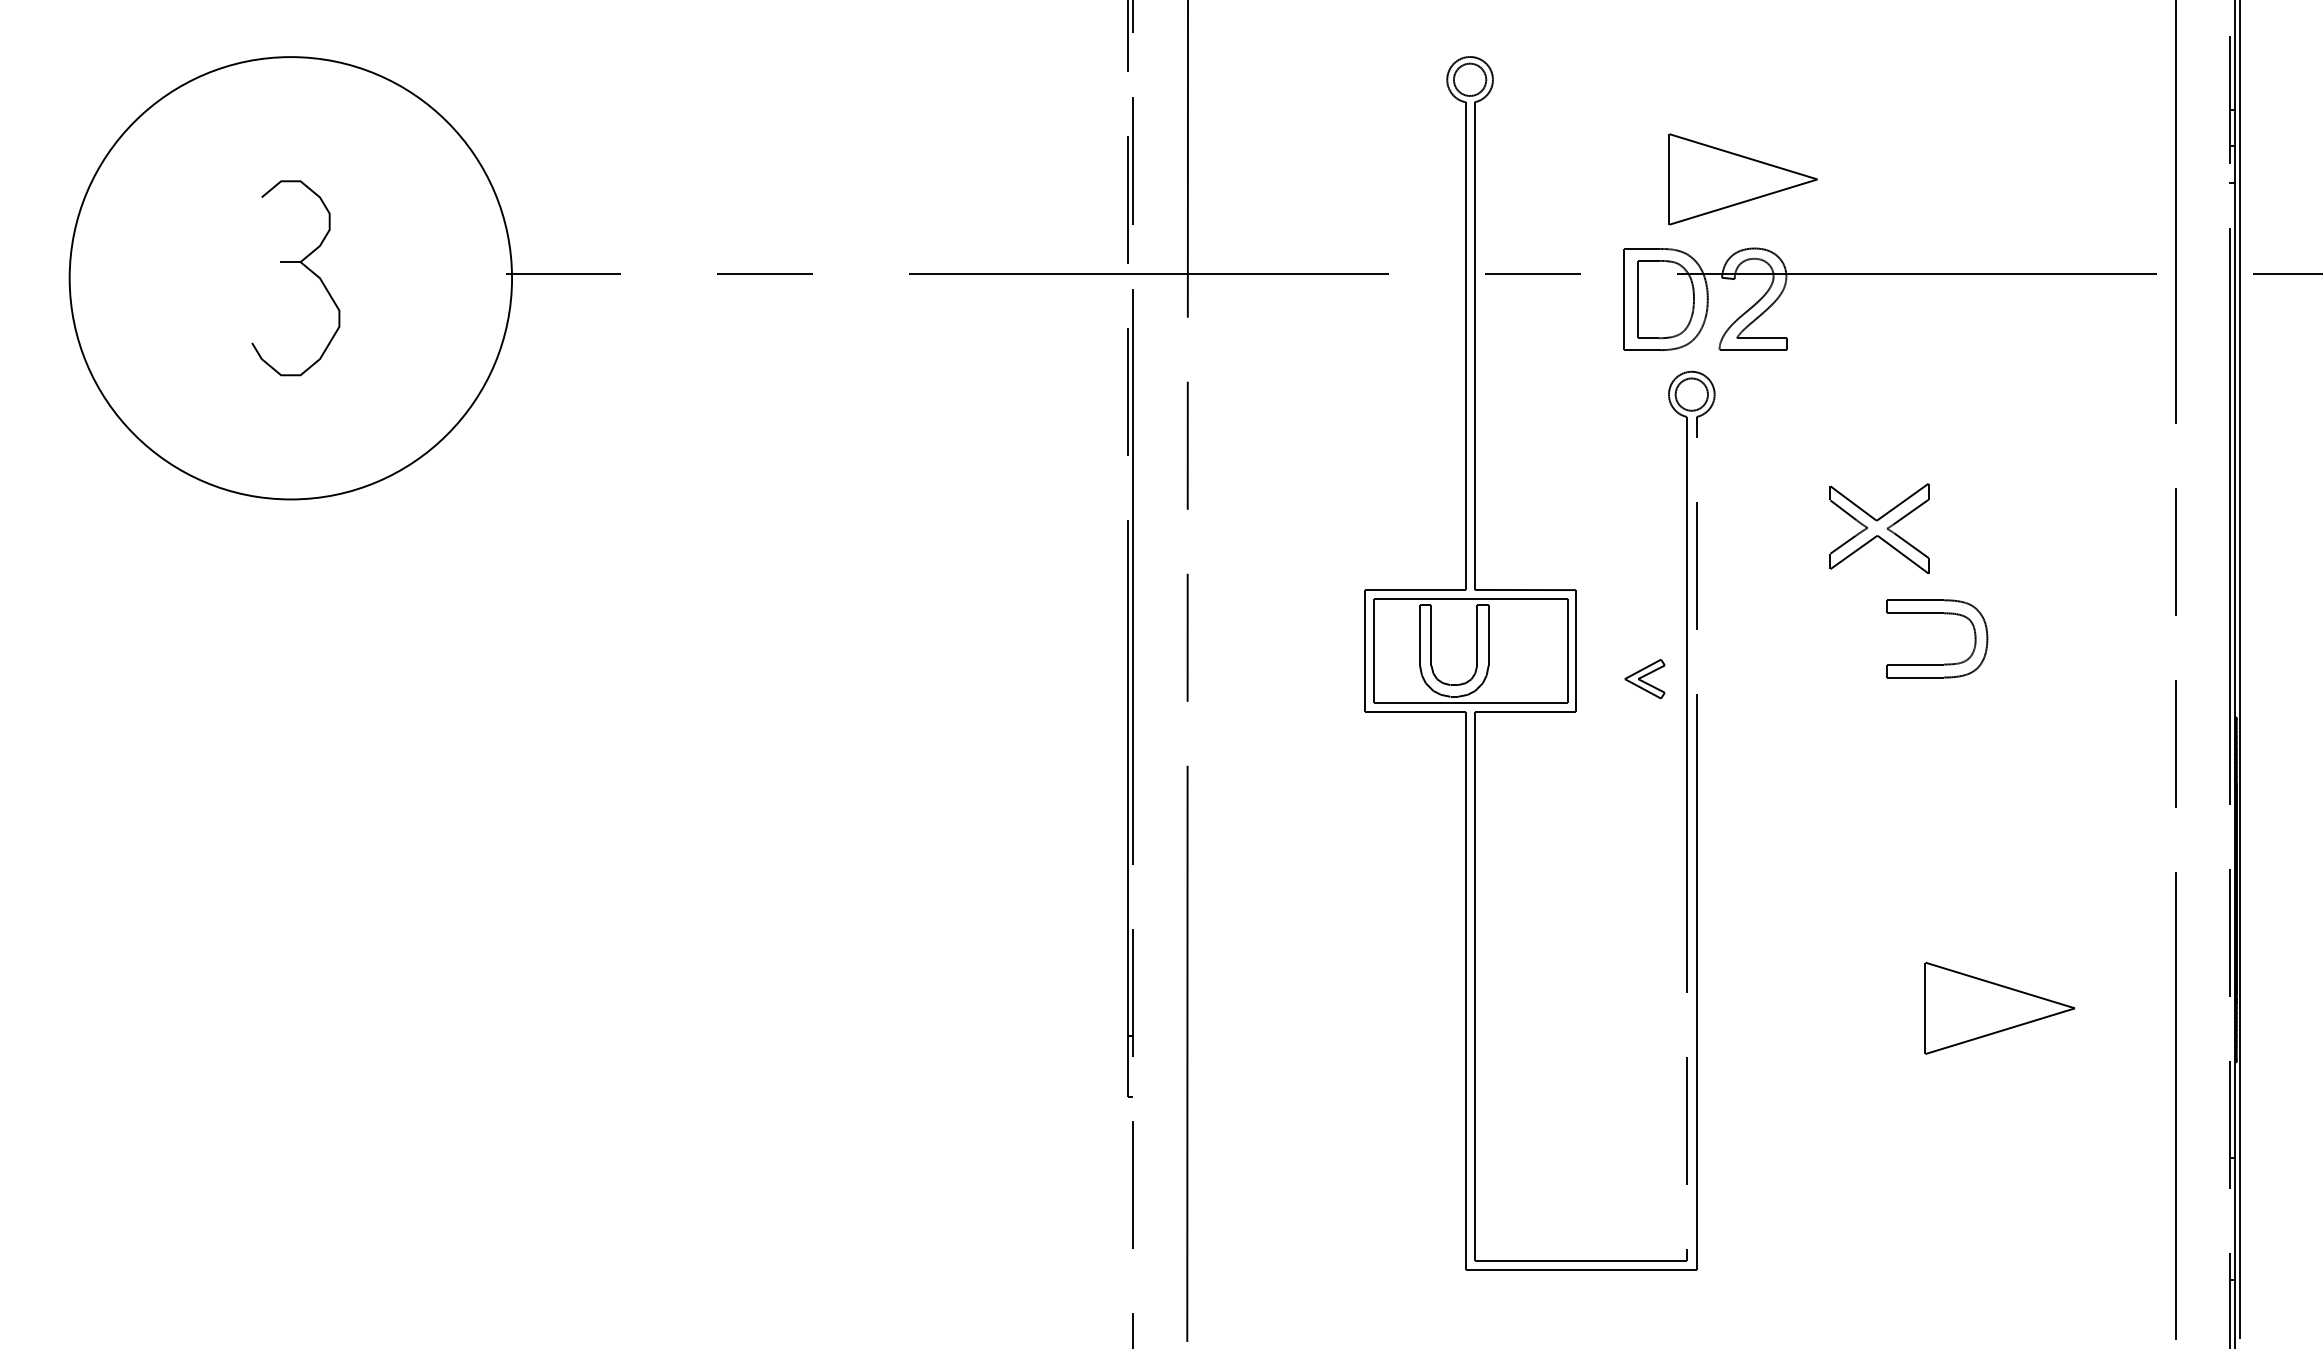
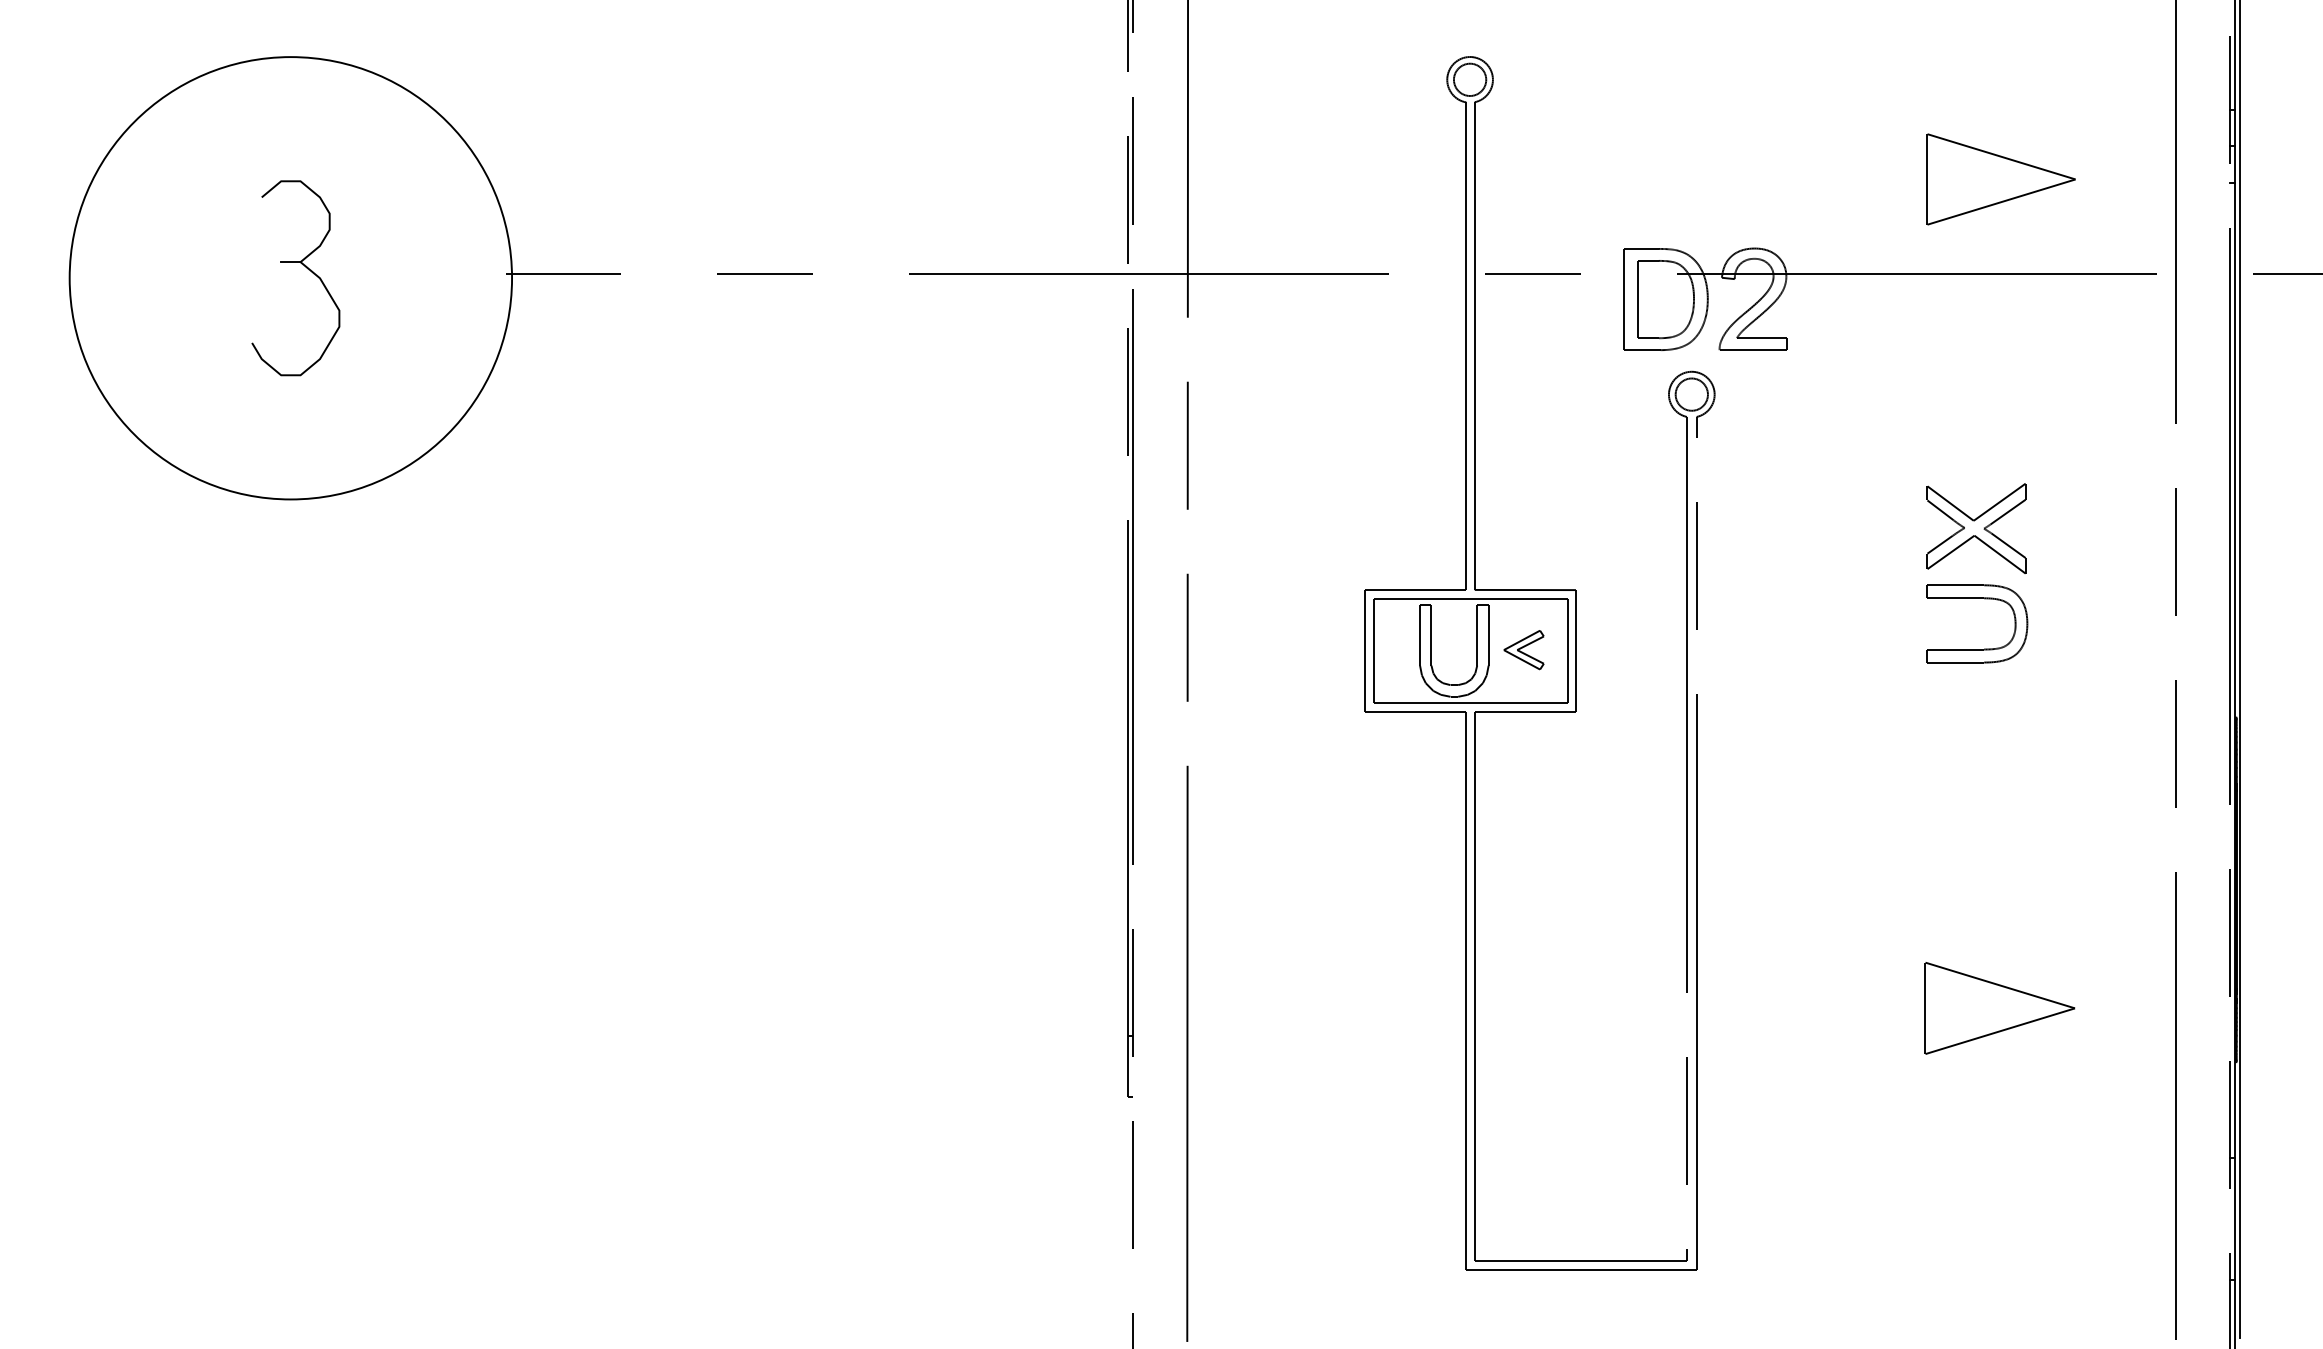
part at (1742, 179) position: (1742, 179) -> (2000, 179)
part at (1879, 528) position: (1879, 528) -> (1976, 528)
part at (1937, 613) position: (1937, 613) -> (1977, 598)
part at (1644, 679) position: (1644, 679) -> (1523, 650)
